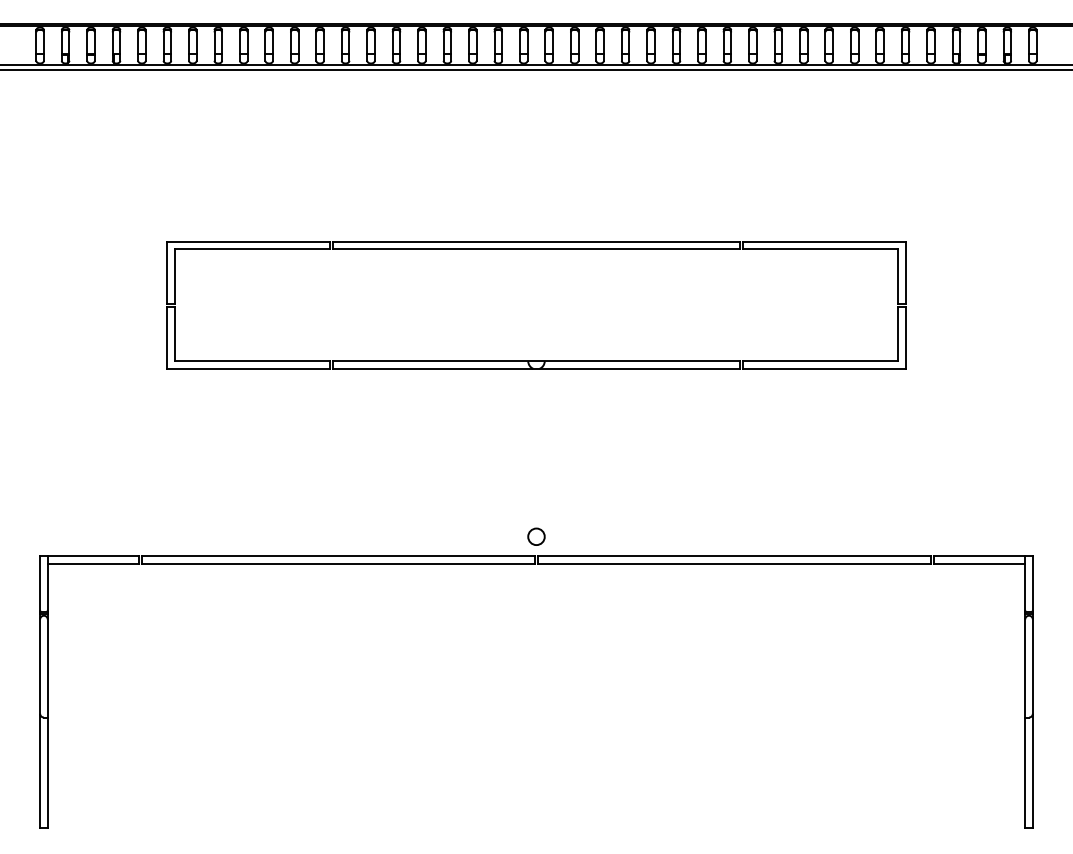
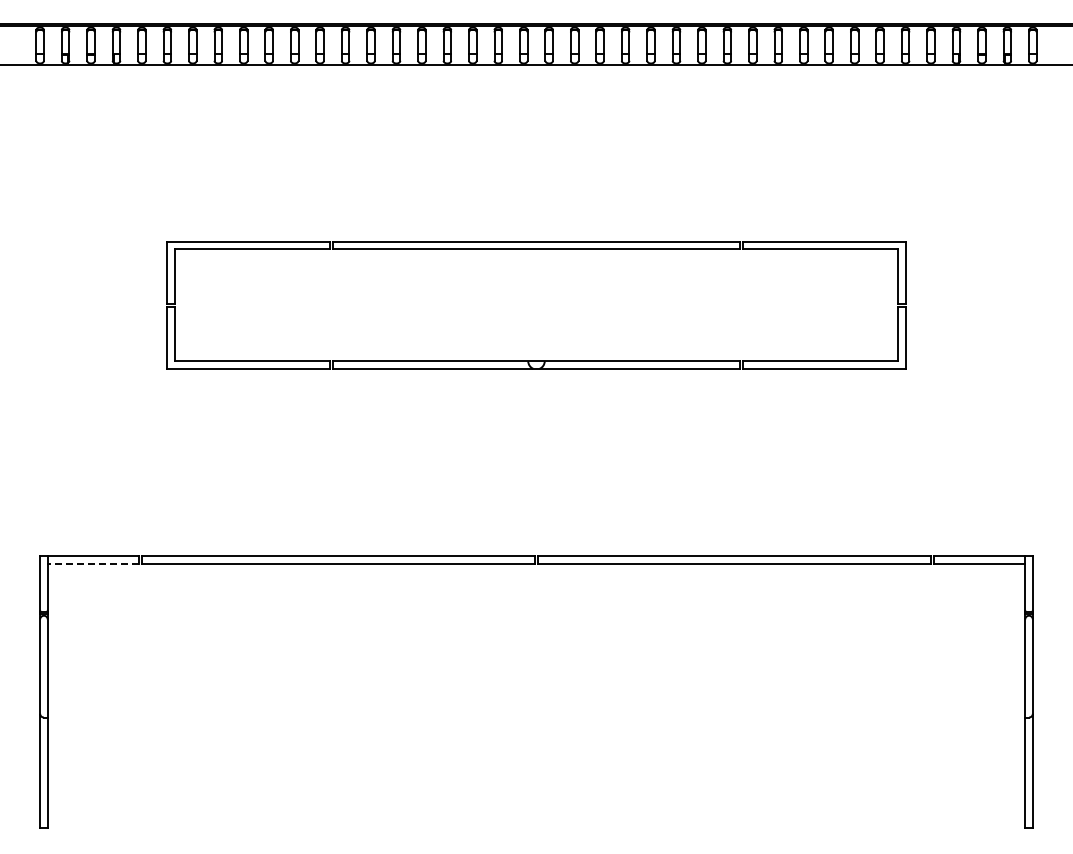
line at (535, 69): present -> none
circle at (536, 536): present -> none
line at (93, 563): solid -> dashed
